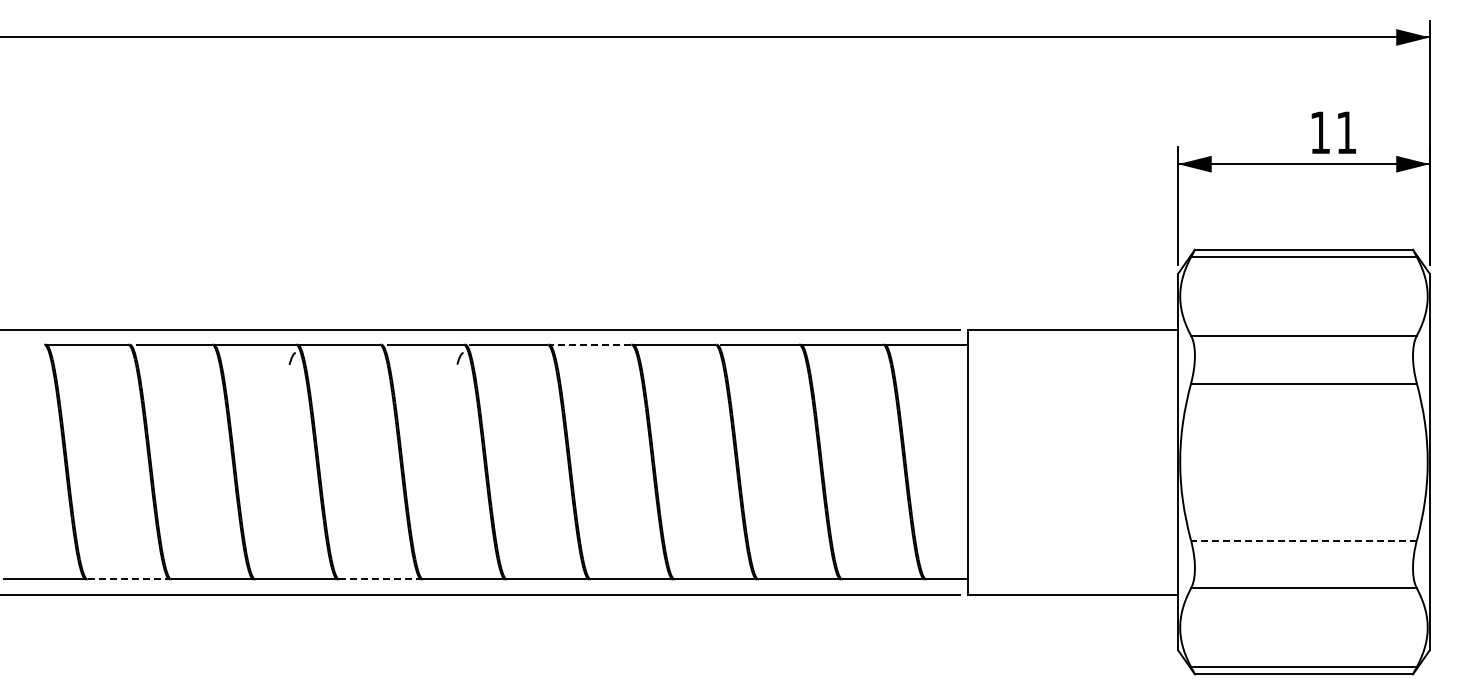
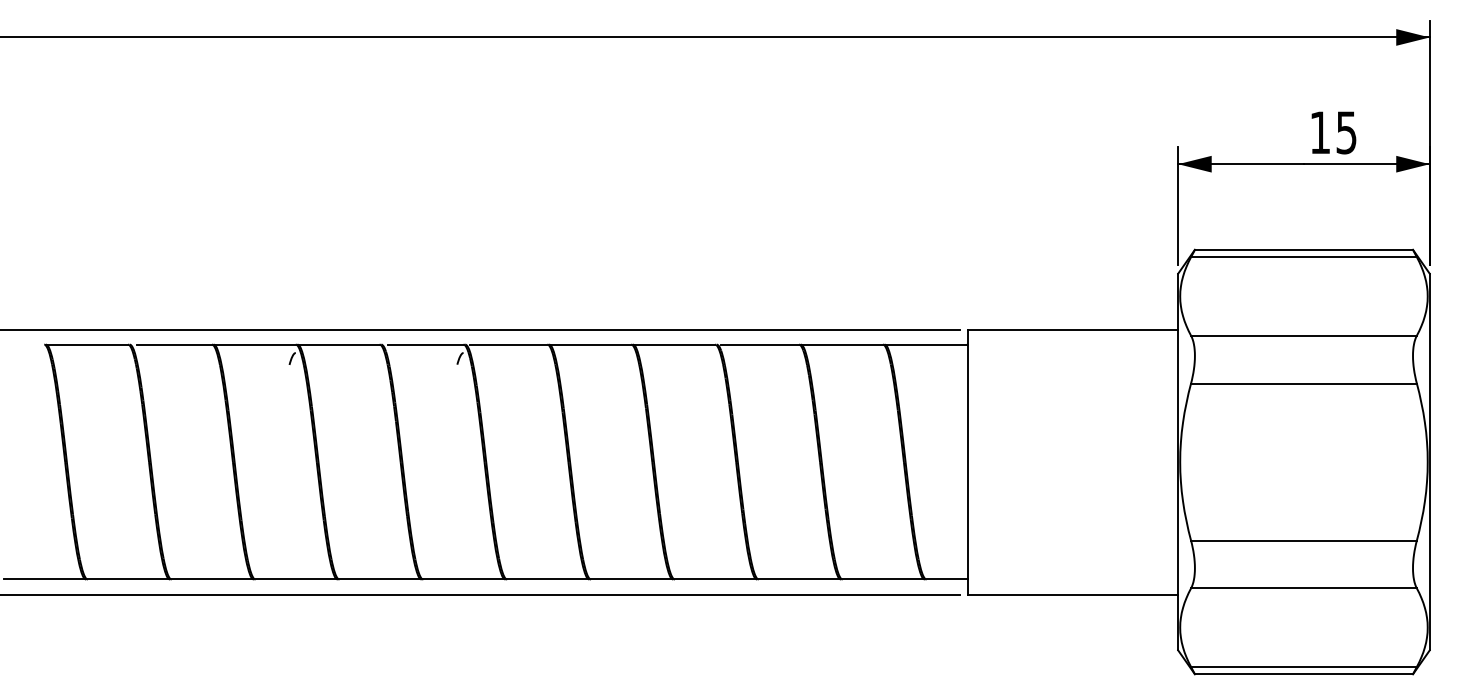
text at (1346, 132): 11 -> 15
line at (589, 344): dashed -> solid
line at (1303, 540): dashed -> solid
line at (129, 579): dashed -> solid
line at (381, 579): dashed -> solid
